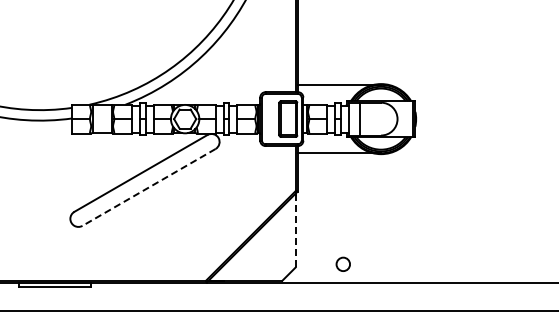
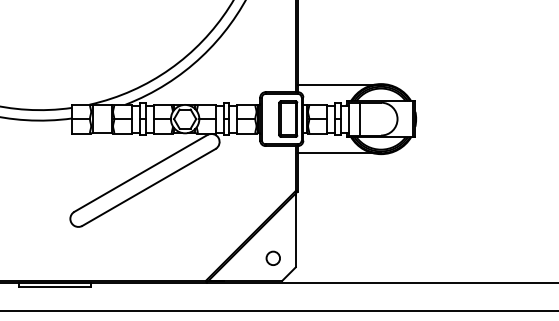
line at (149, 187): dashed -> solid
line at (295, 231): dashed -> solid
circle at (342, 263) position: (342, 263) -> (272, 257)
